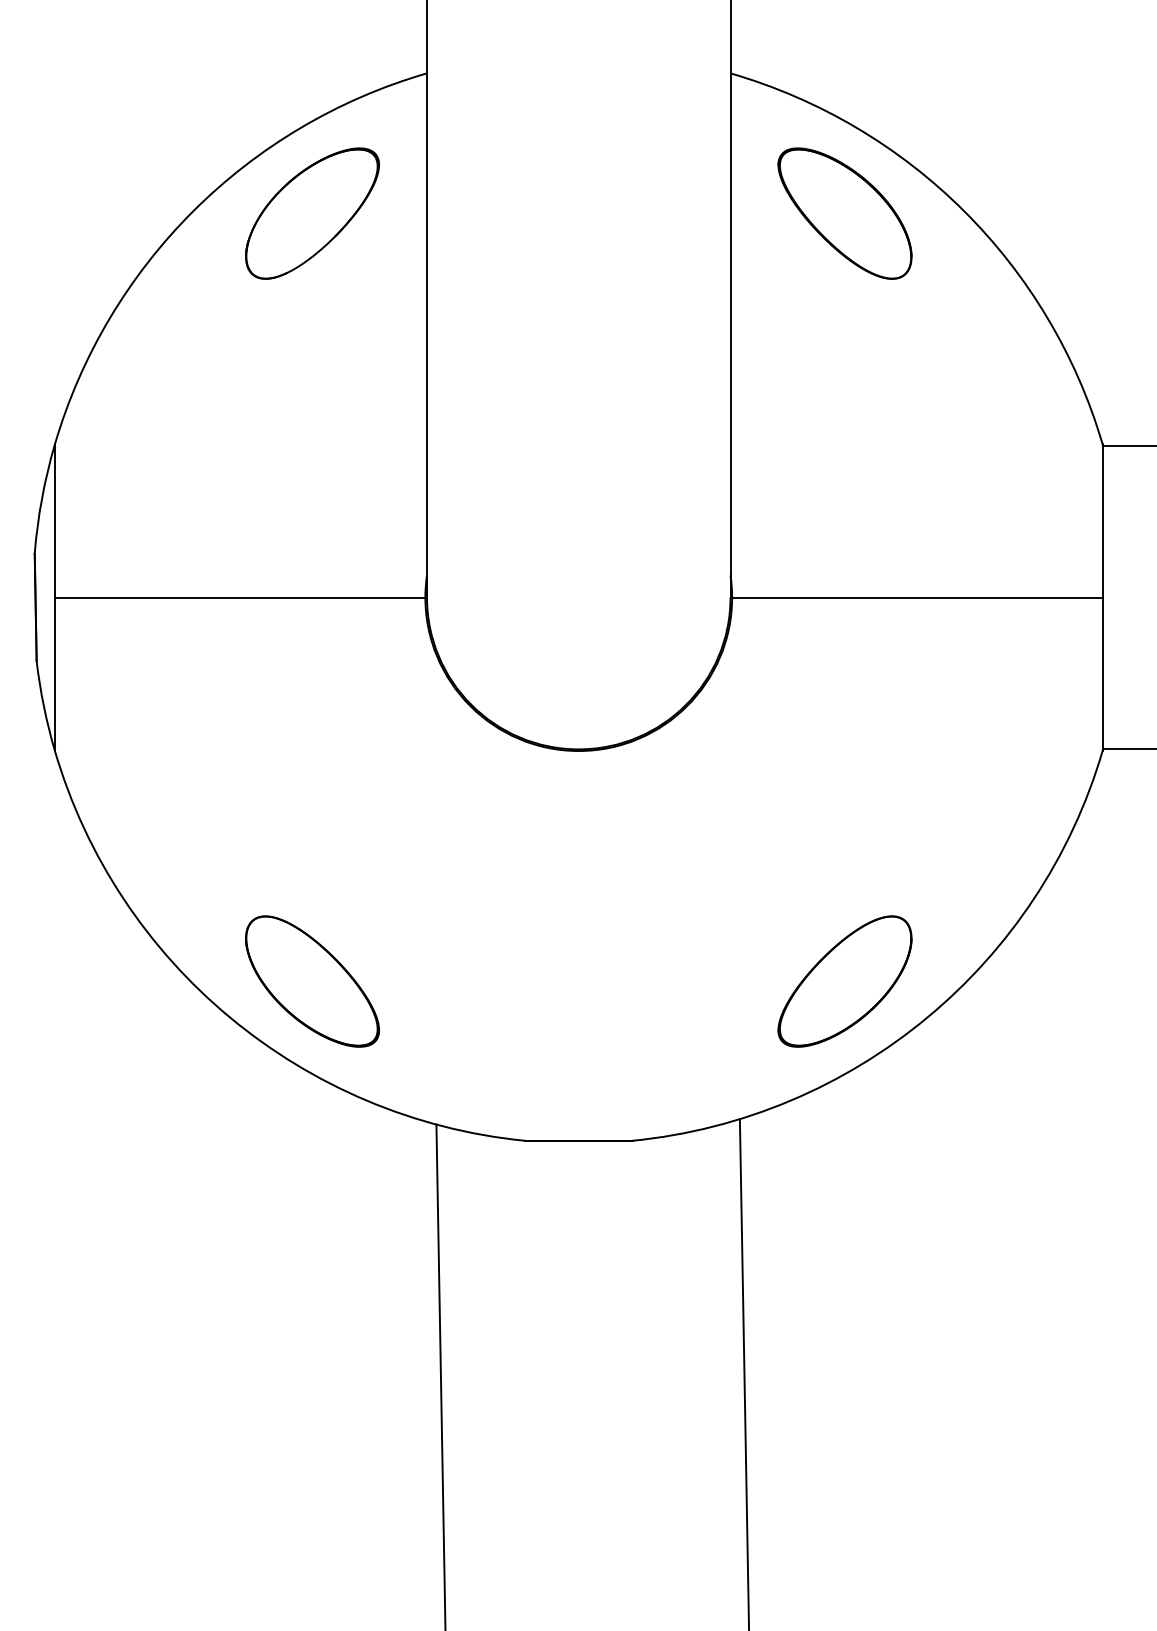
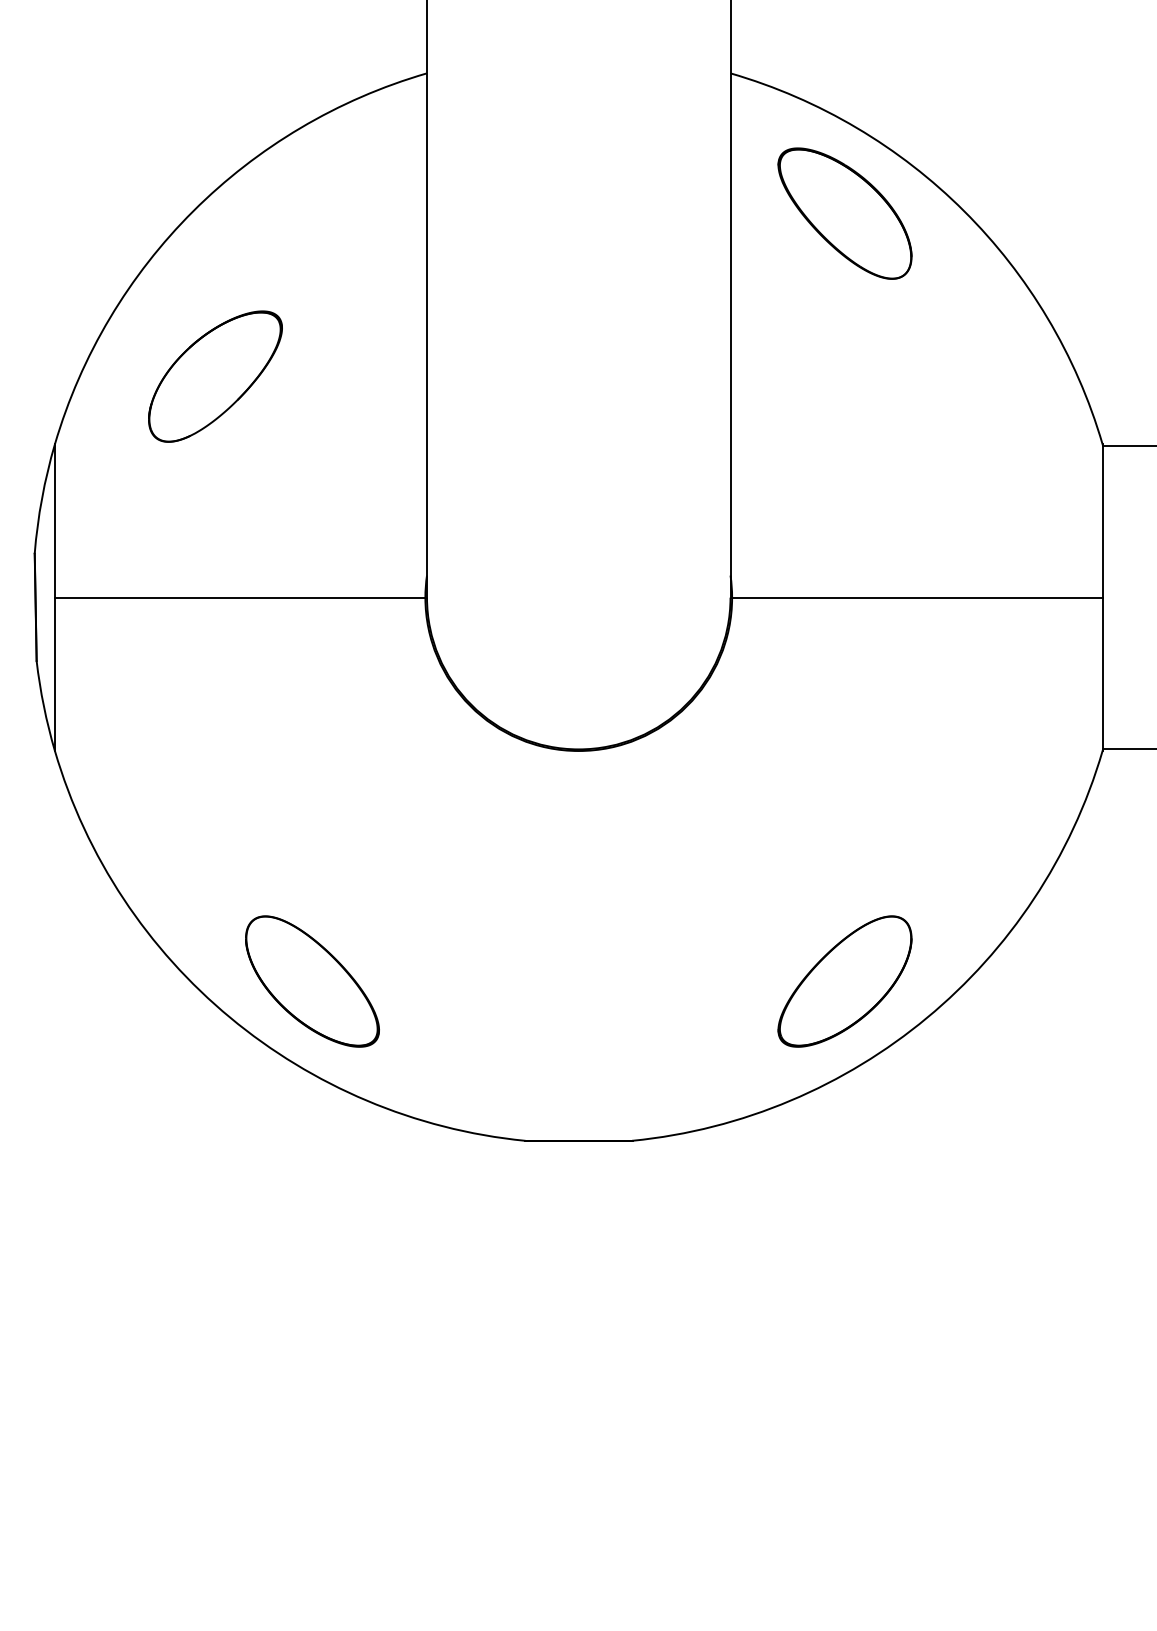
part at (312, 213) position: (312, 213) -> (215, 376)
line at (743, 1373): present -> none
line at (440, 1375): present -> none
